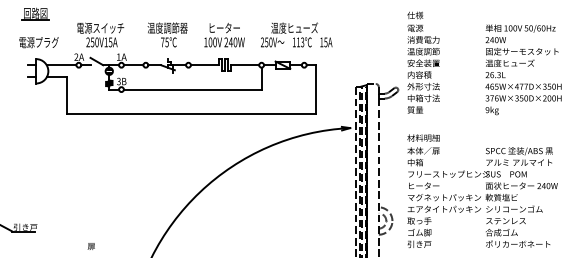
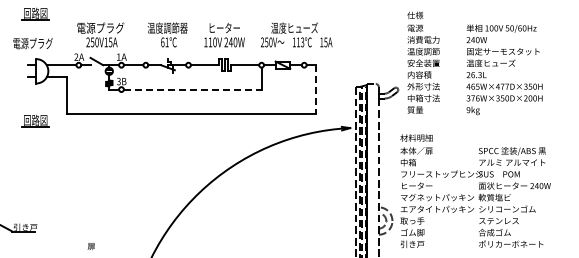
text at (100, 27): 電源スイッチ -> 電源プラグ
text at (38, 42) position: (38, 42) -> (32, 43)
text at (164, 42): 75 -> 61
text at (210, 42): 100V -> 110V
text at (523, 69) position: (523, 69) -> (504, 69)
line at (192, 89): solid -> dashed
line at (316, 90): solid -> dashed
part at (35, 120): none -> present
text at (482, 190) position: (482, 190) -> (475, 190)
